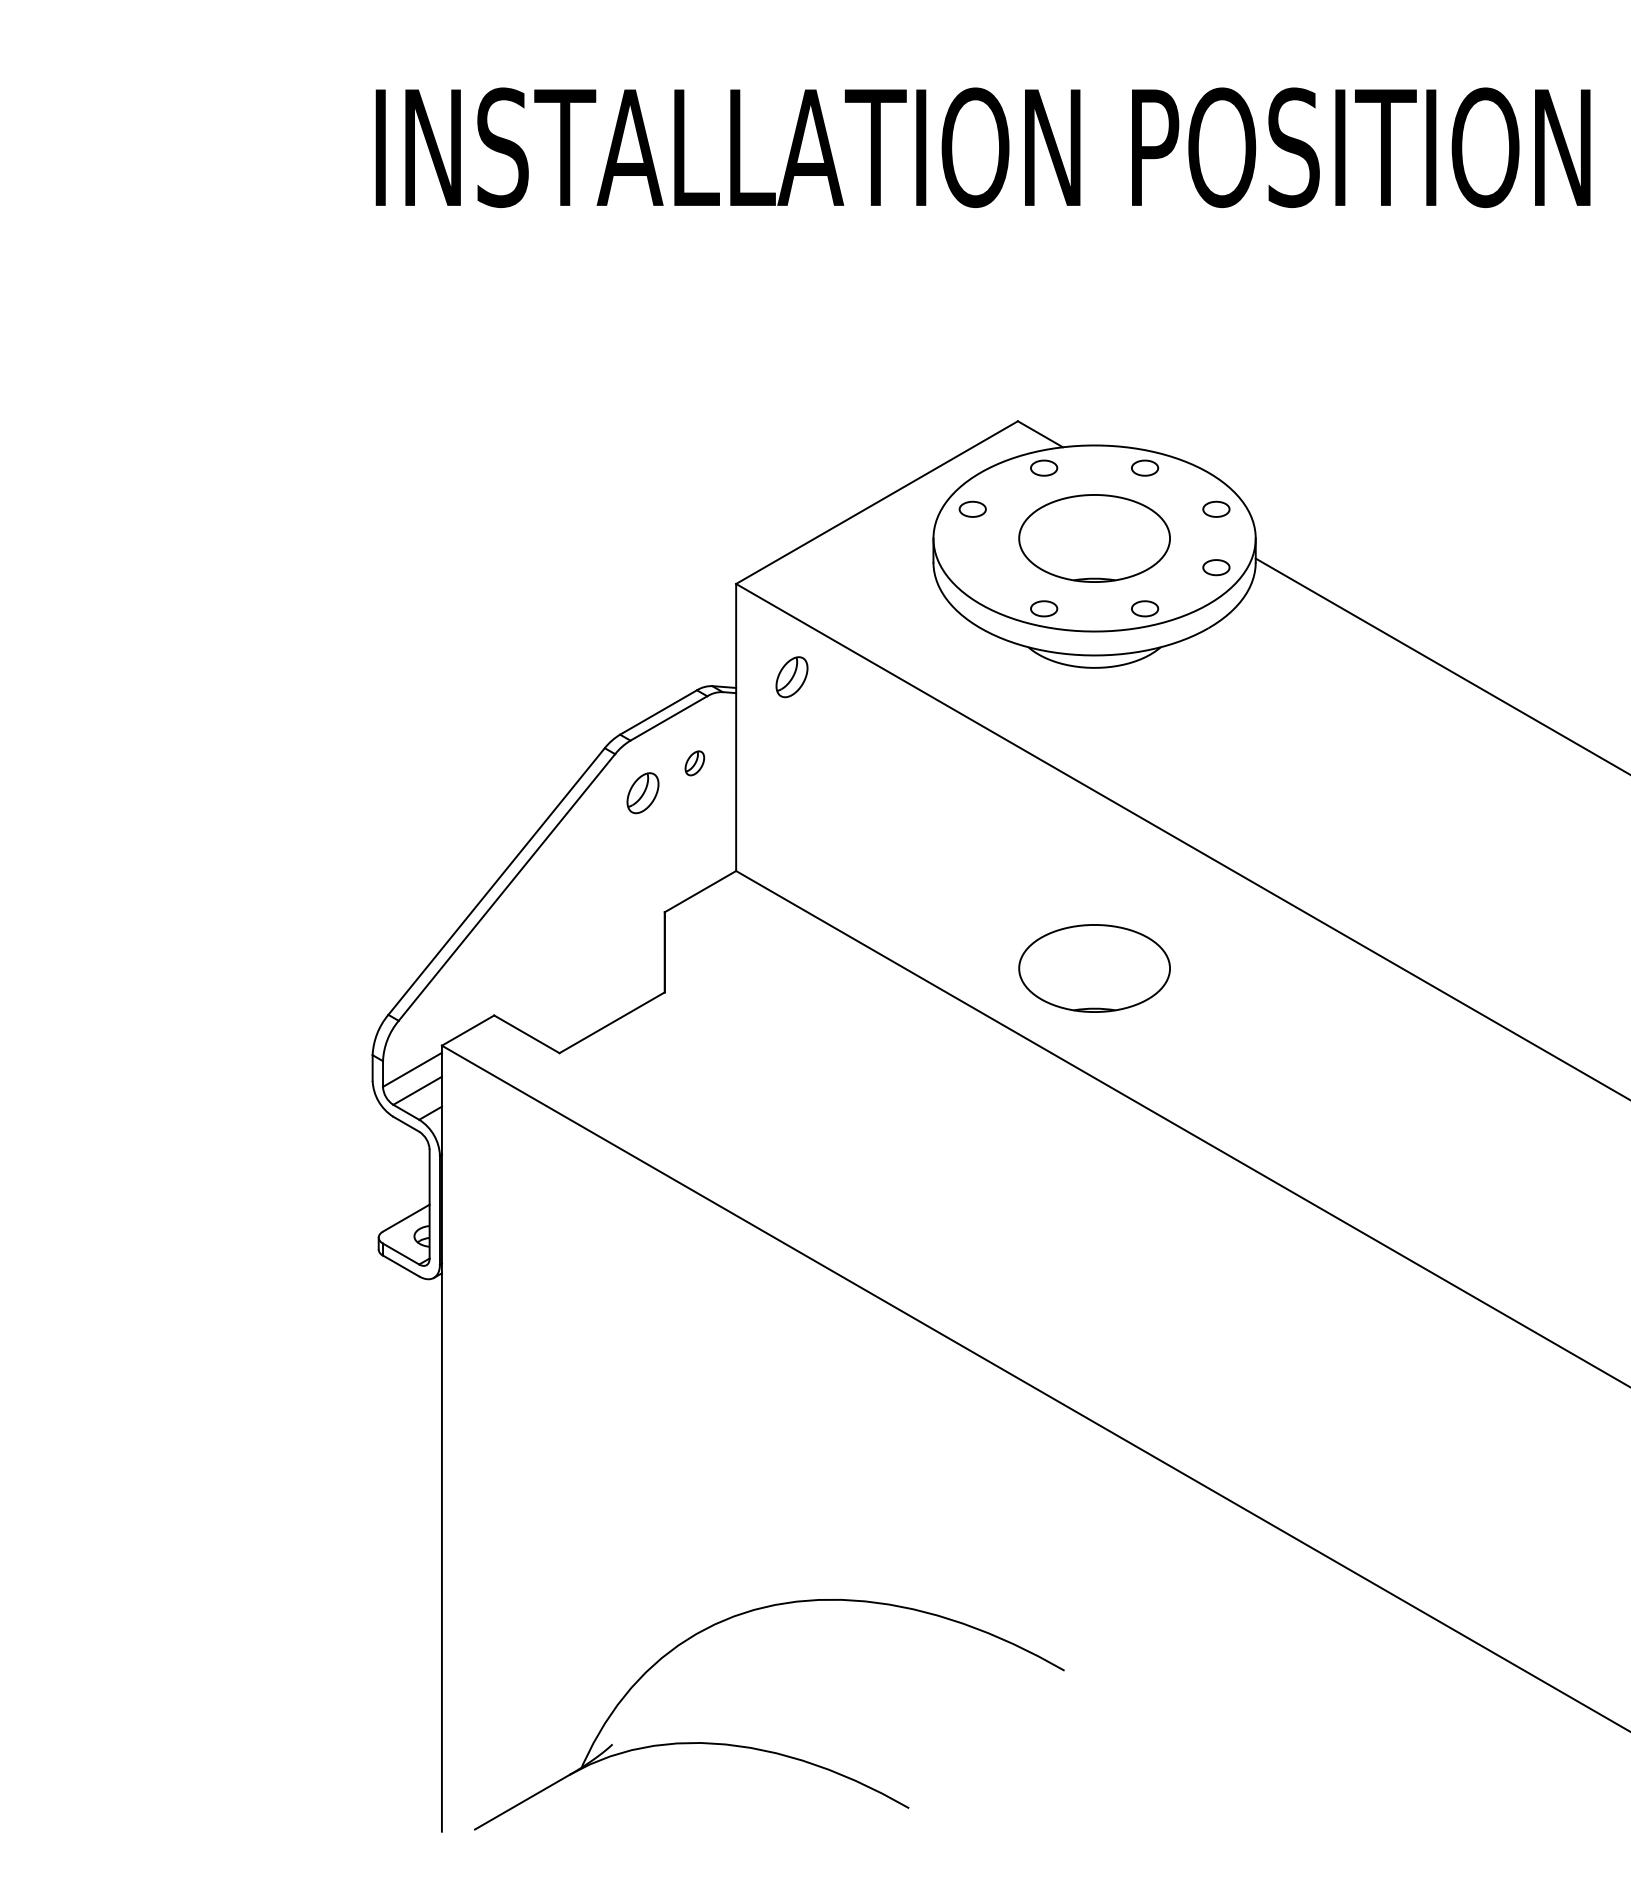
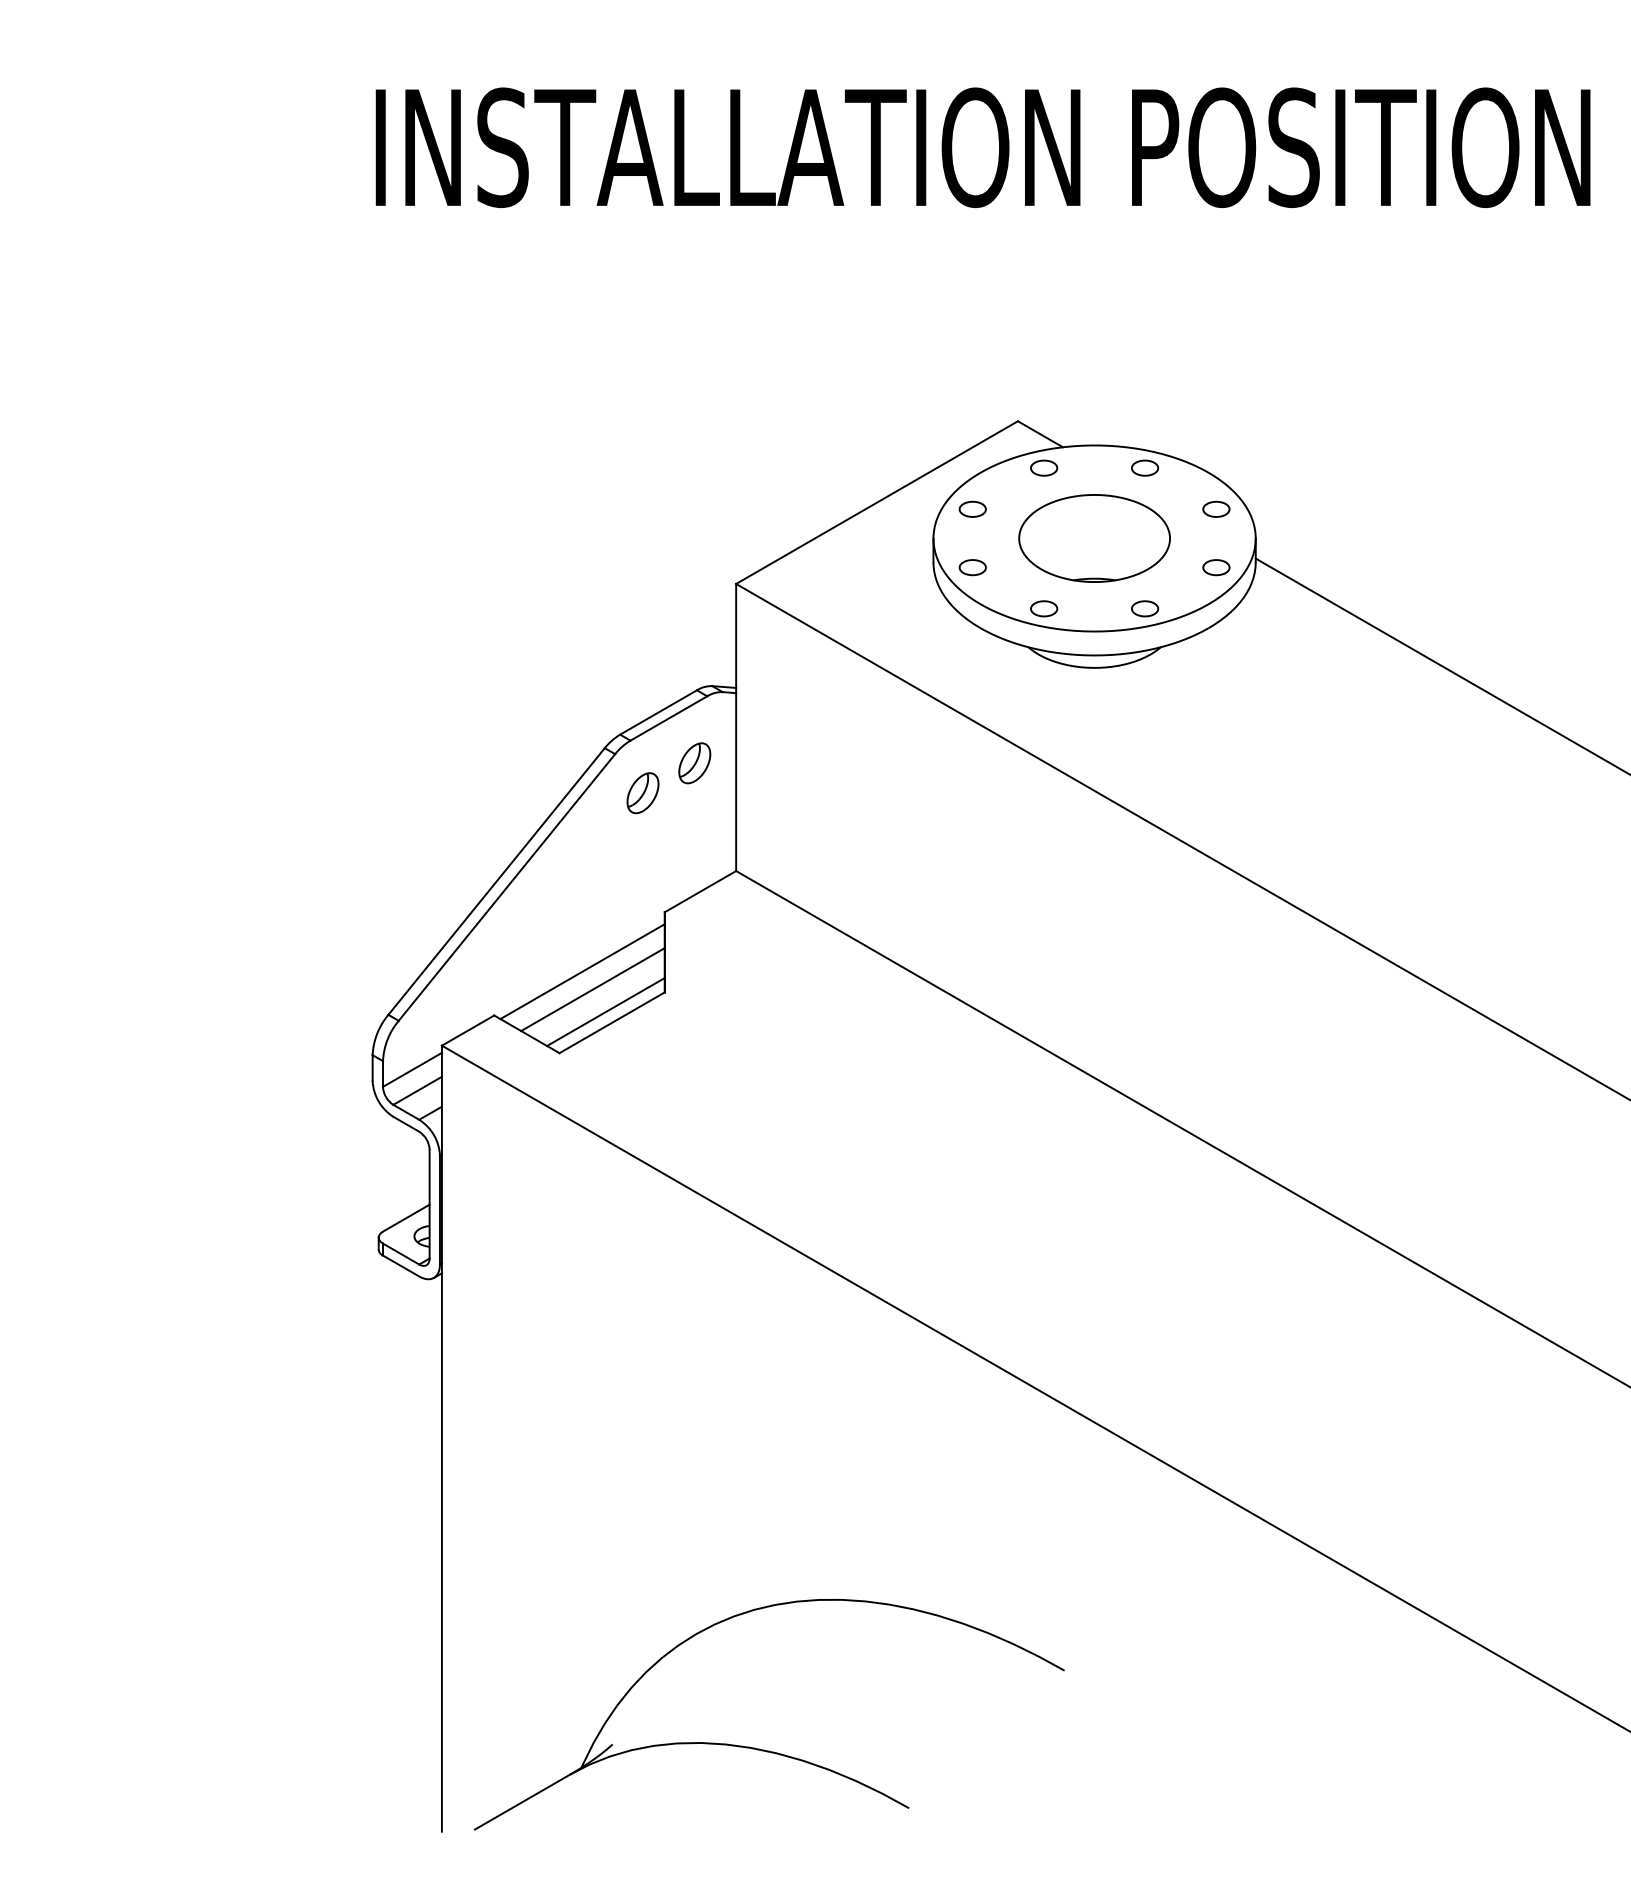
part at (972, 567): none -> present
part at (791, 677): present -> none
part at (694, 763) size: 22x27 px -> 34x43 px
part at (1094, 968): present -> none
line at (582, 971): none -> present
line at (592, 989): none -> present
line at (605, 1012): none -> present
